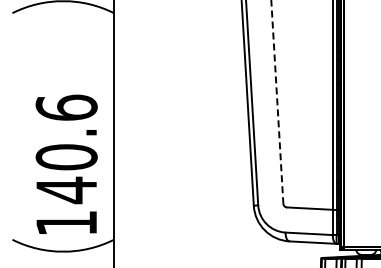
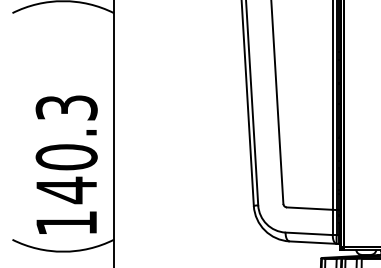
line at (277, 102): dashed -> solid
text at (66, 107): 140.6 -> 140.3
